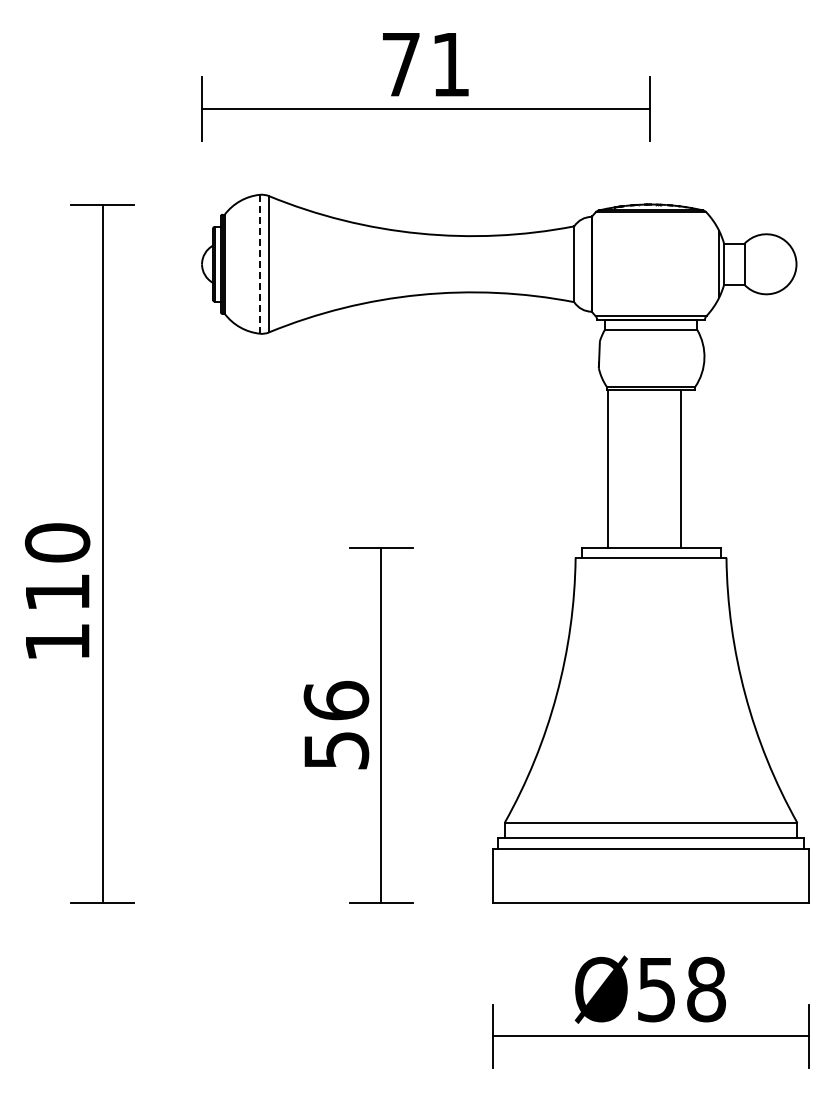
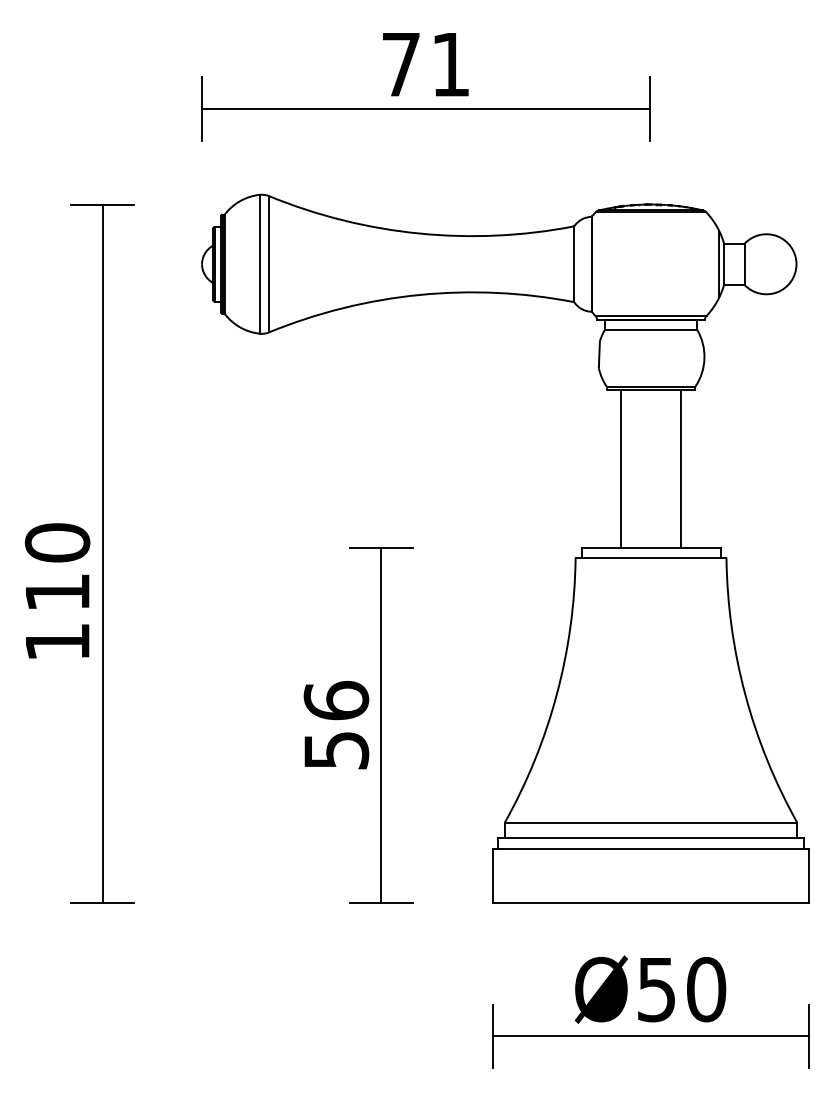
line at (259, 264): dashed -> solid
line at (607, 468) position: (607, 468) -> (620, 468)
text at (706, 989): Ø58 -> Ø50
